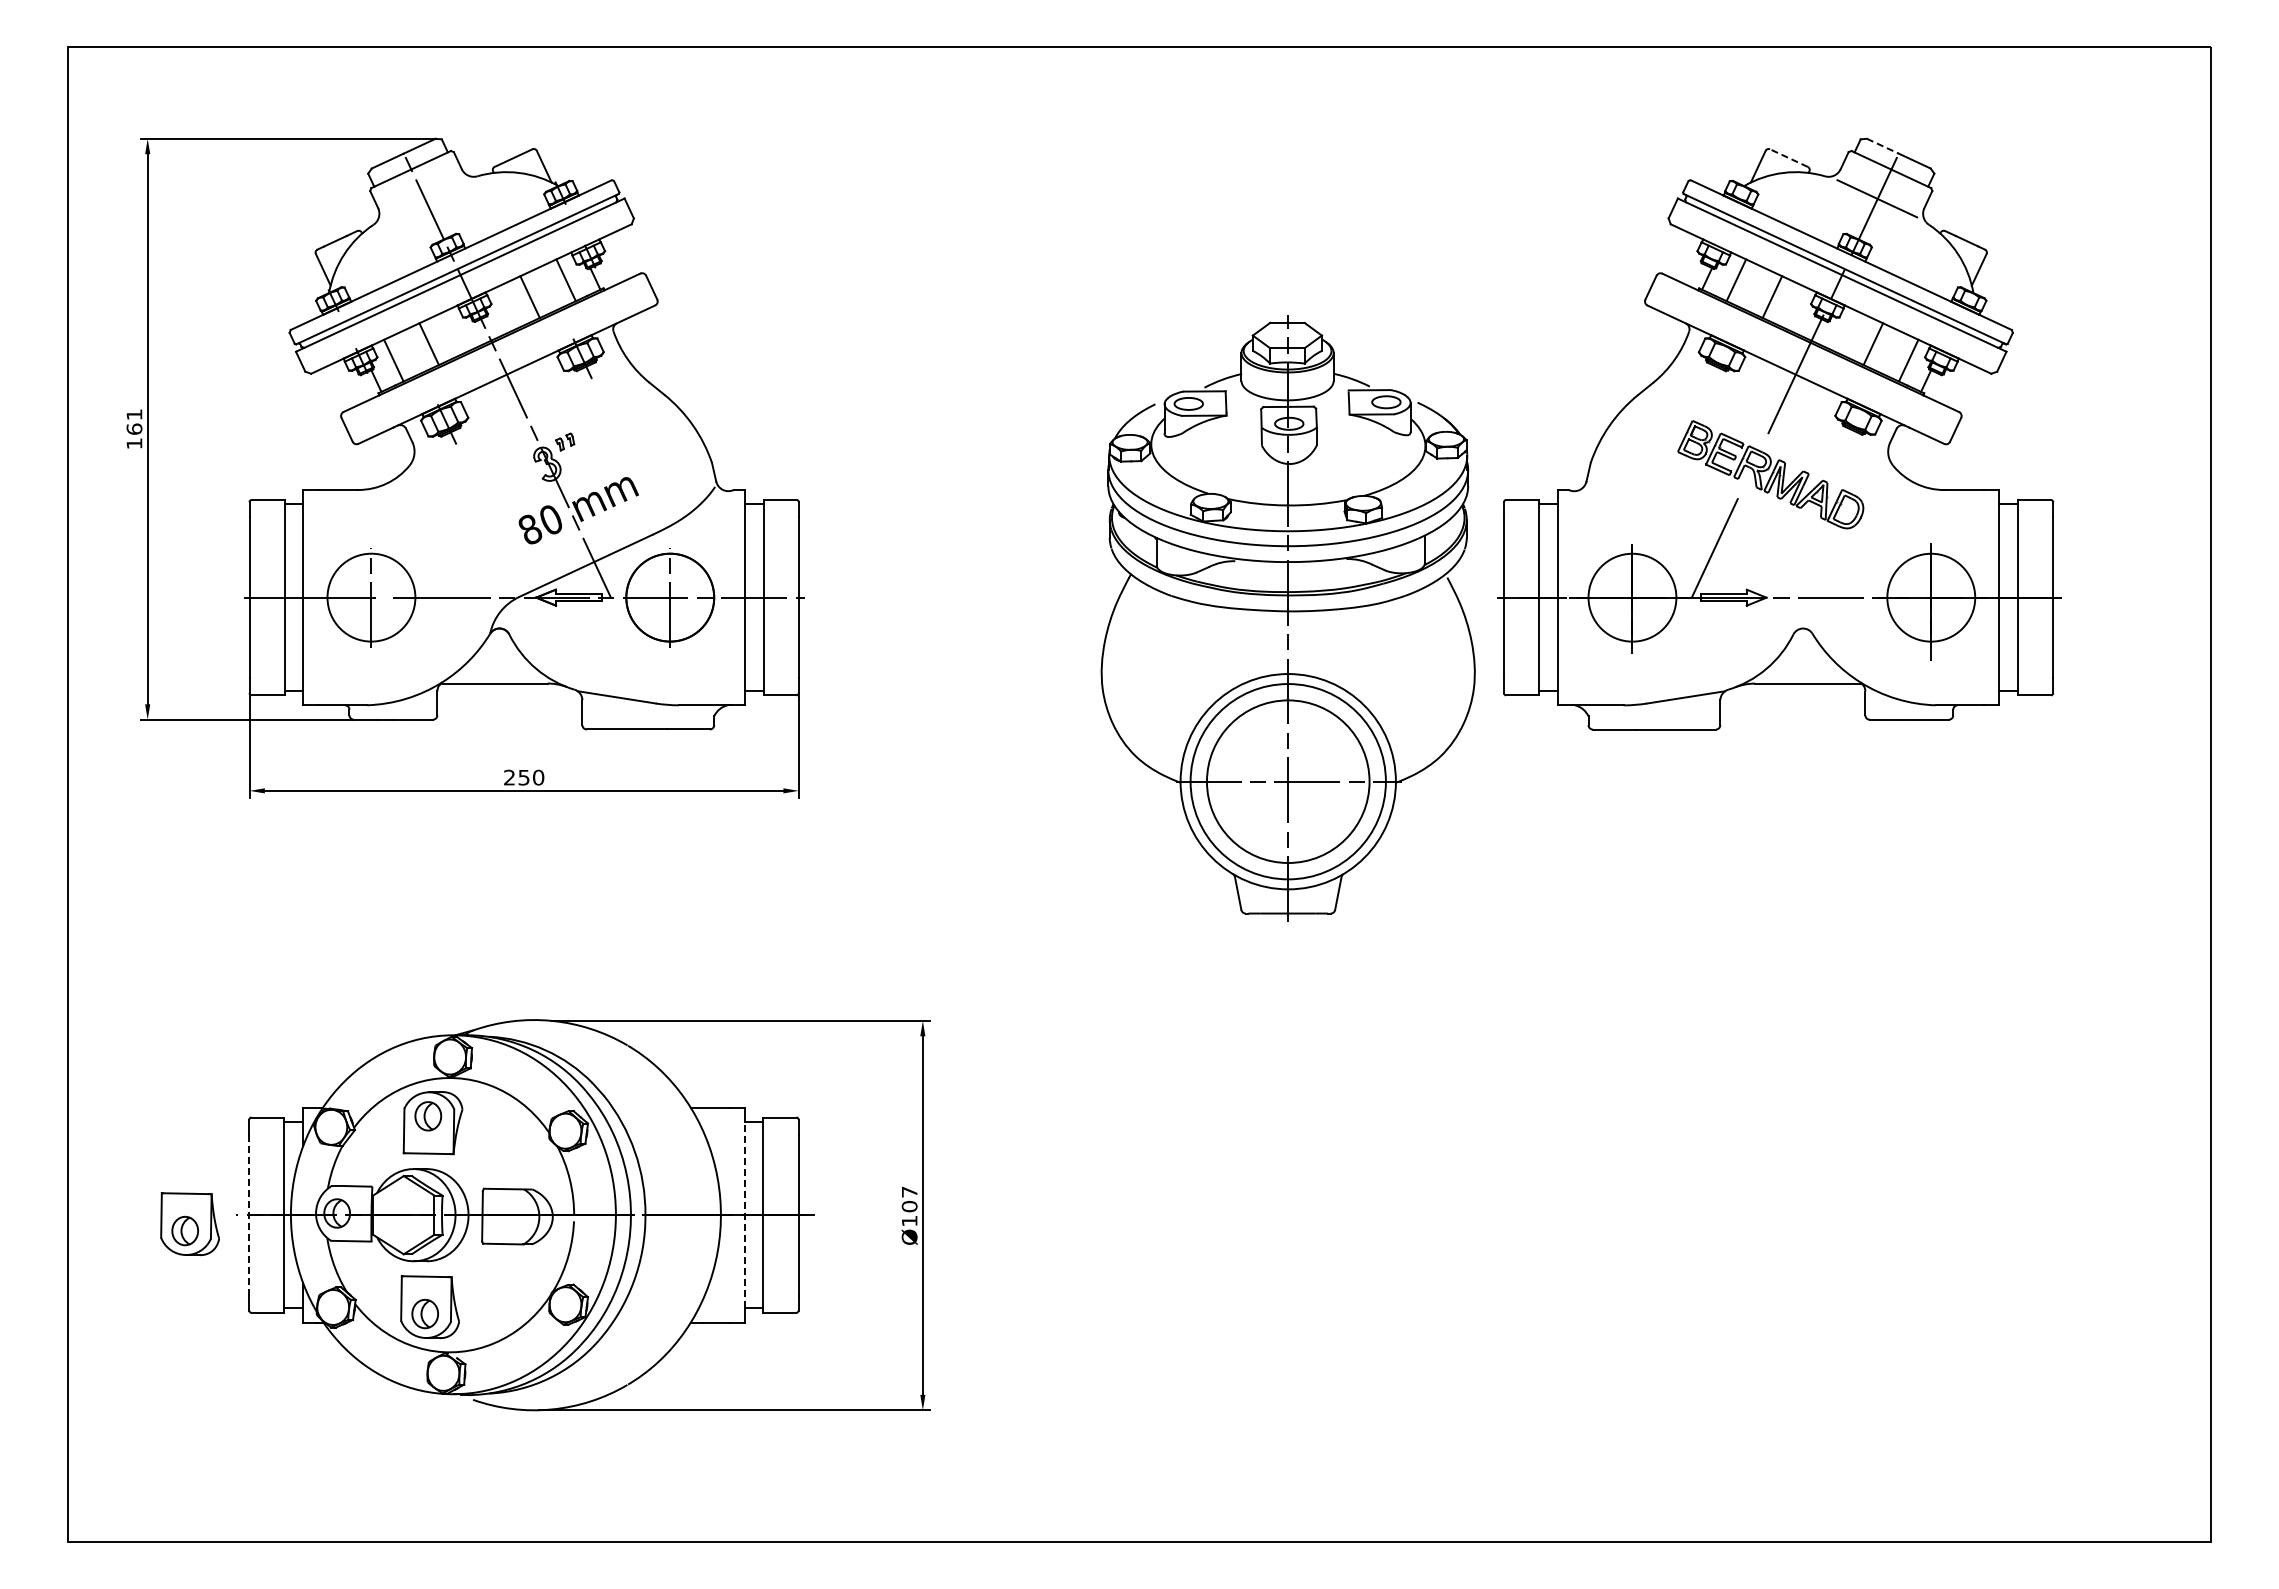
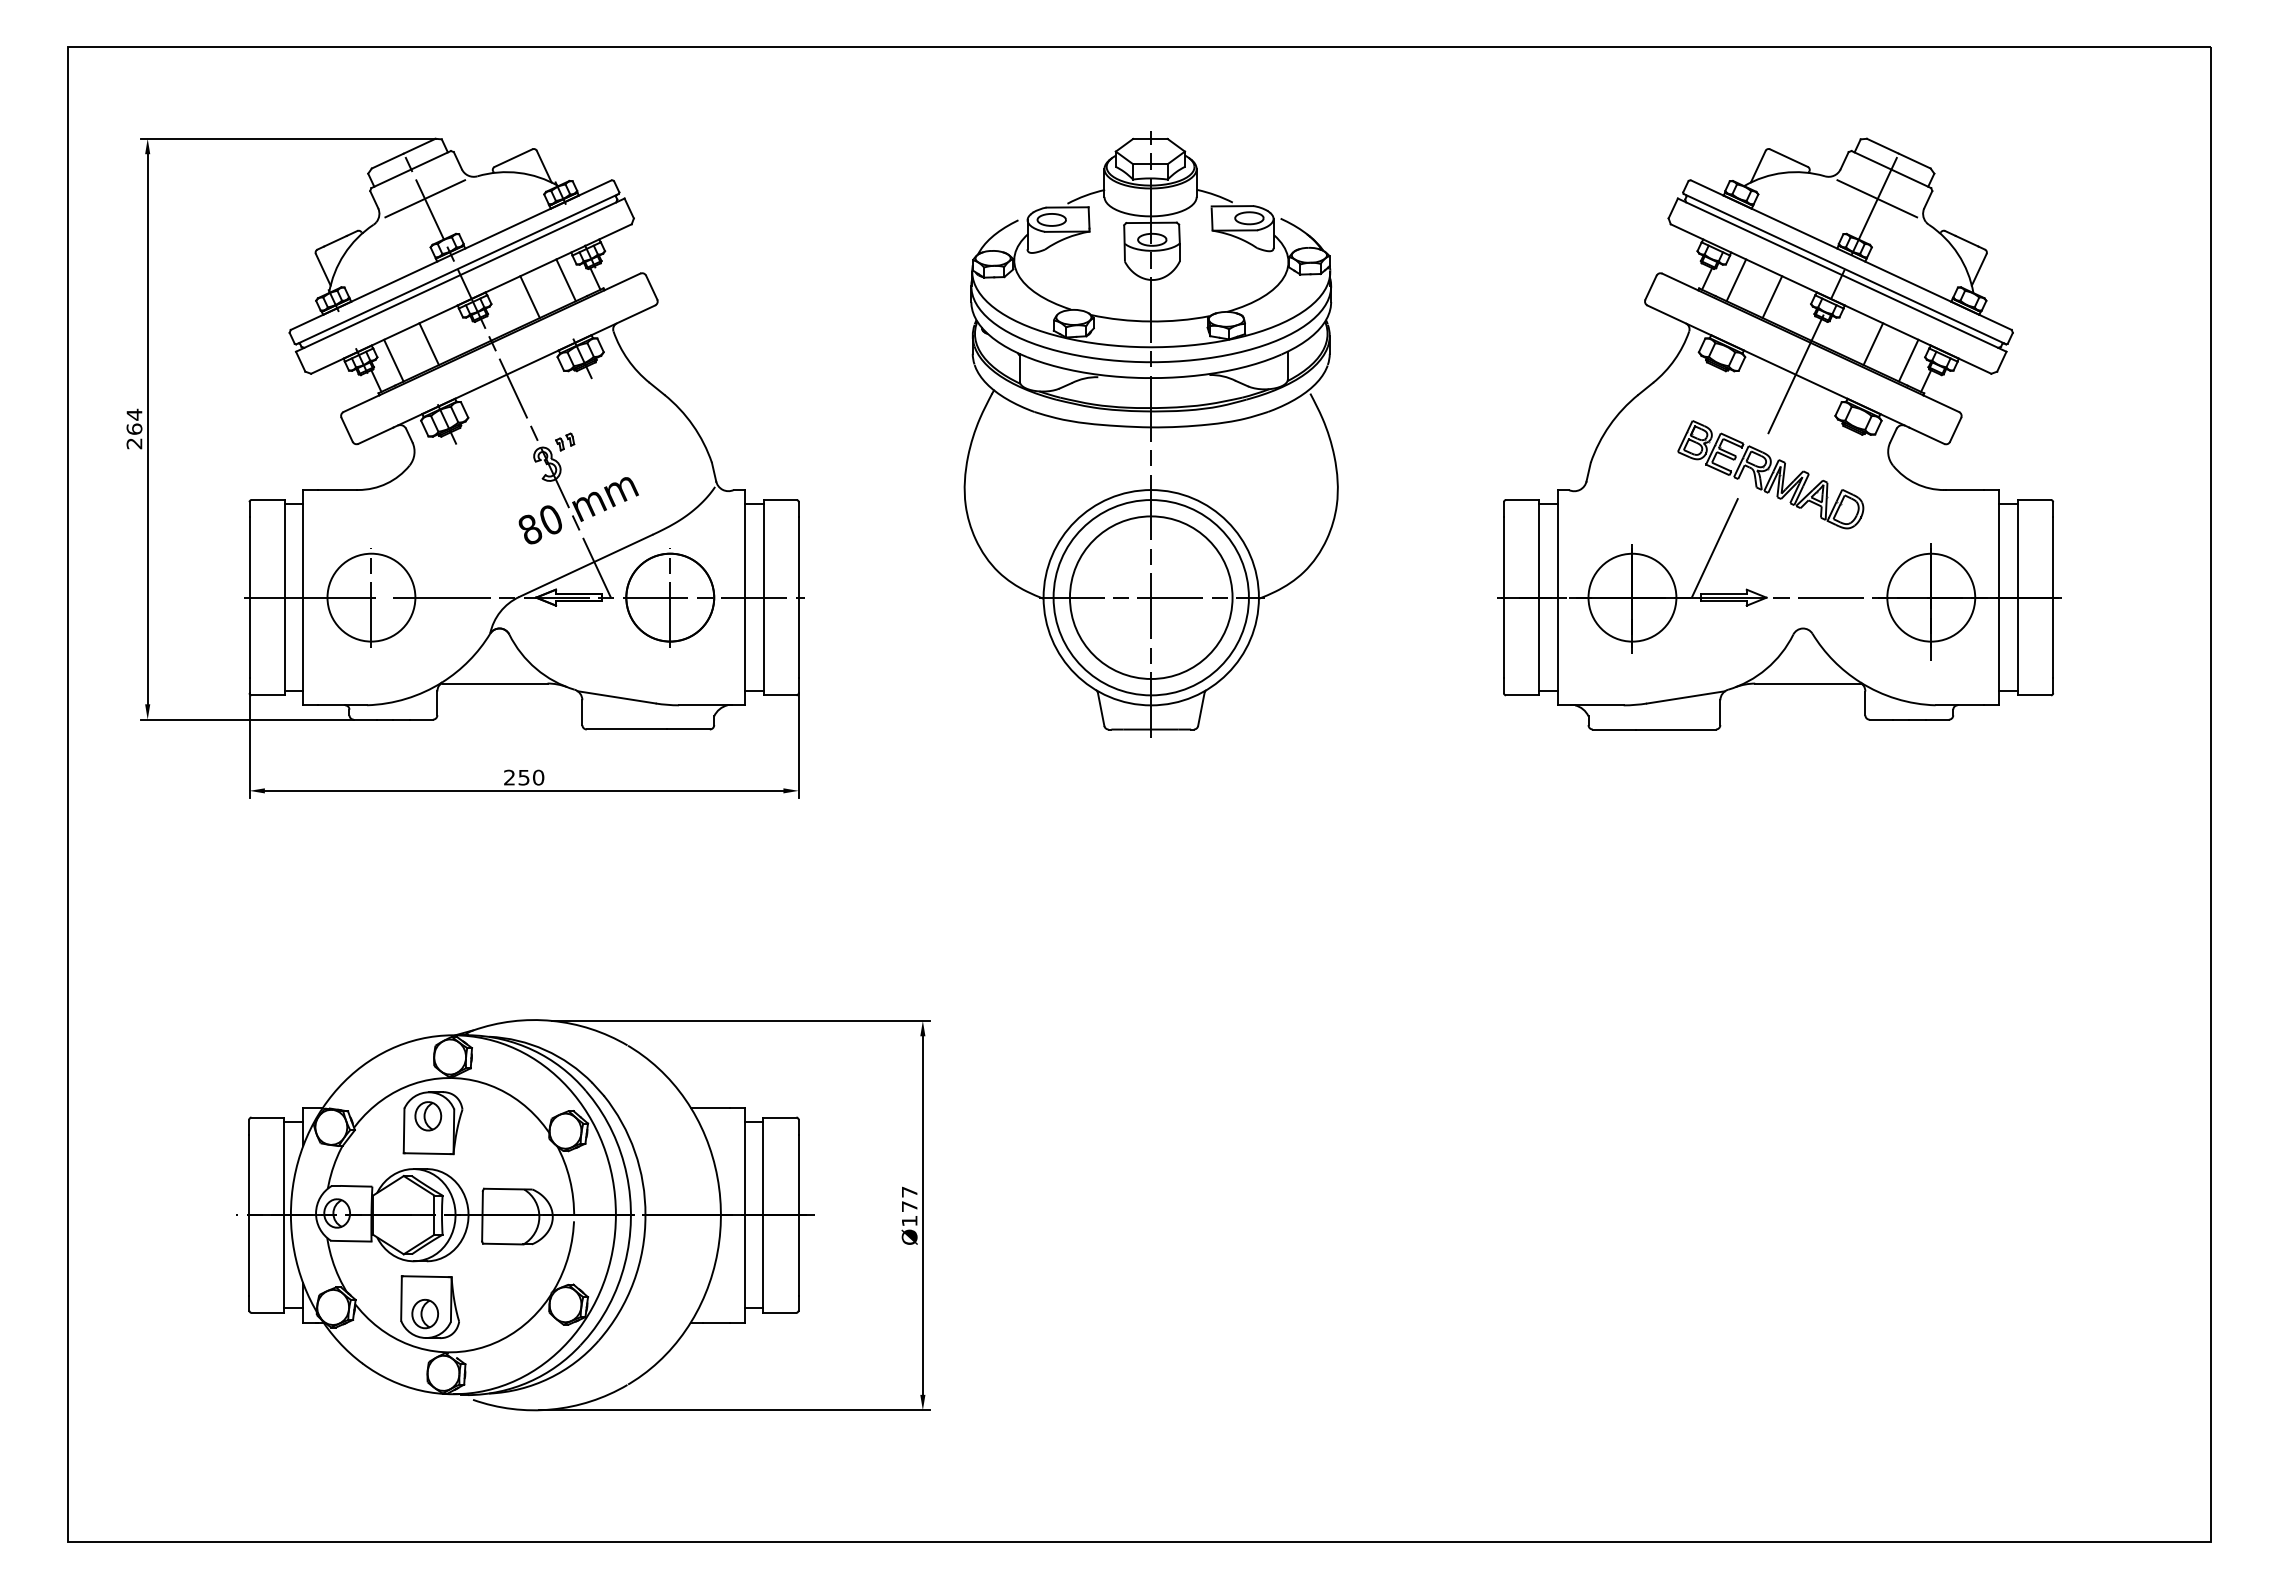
line at (1882, 146): dashed -> solid
line at (1788, 158): dashed -> solid
line at (425, 198): none -> present
text at (134, 428): 161 -> 264
part at (1287, 618) position: (1287, 618) -> (1150, 434)
text at (909, 1206): Ø107 -> Ø177
line at (744, 1214): dashed -> solid
line at (249, 1215): dashed -> solid
part at (189, 1224): present -> none
